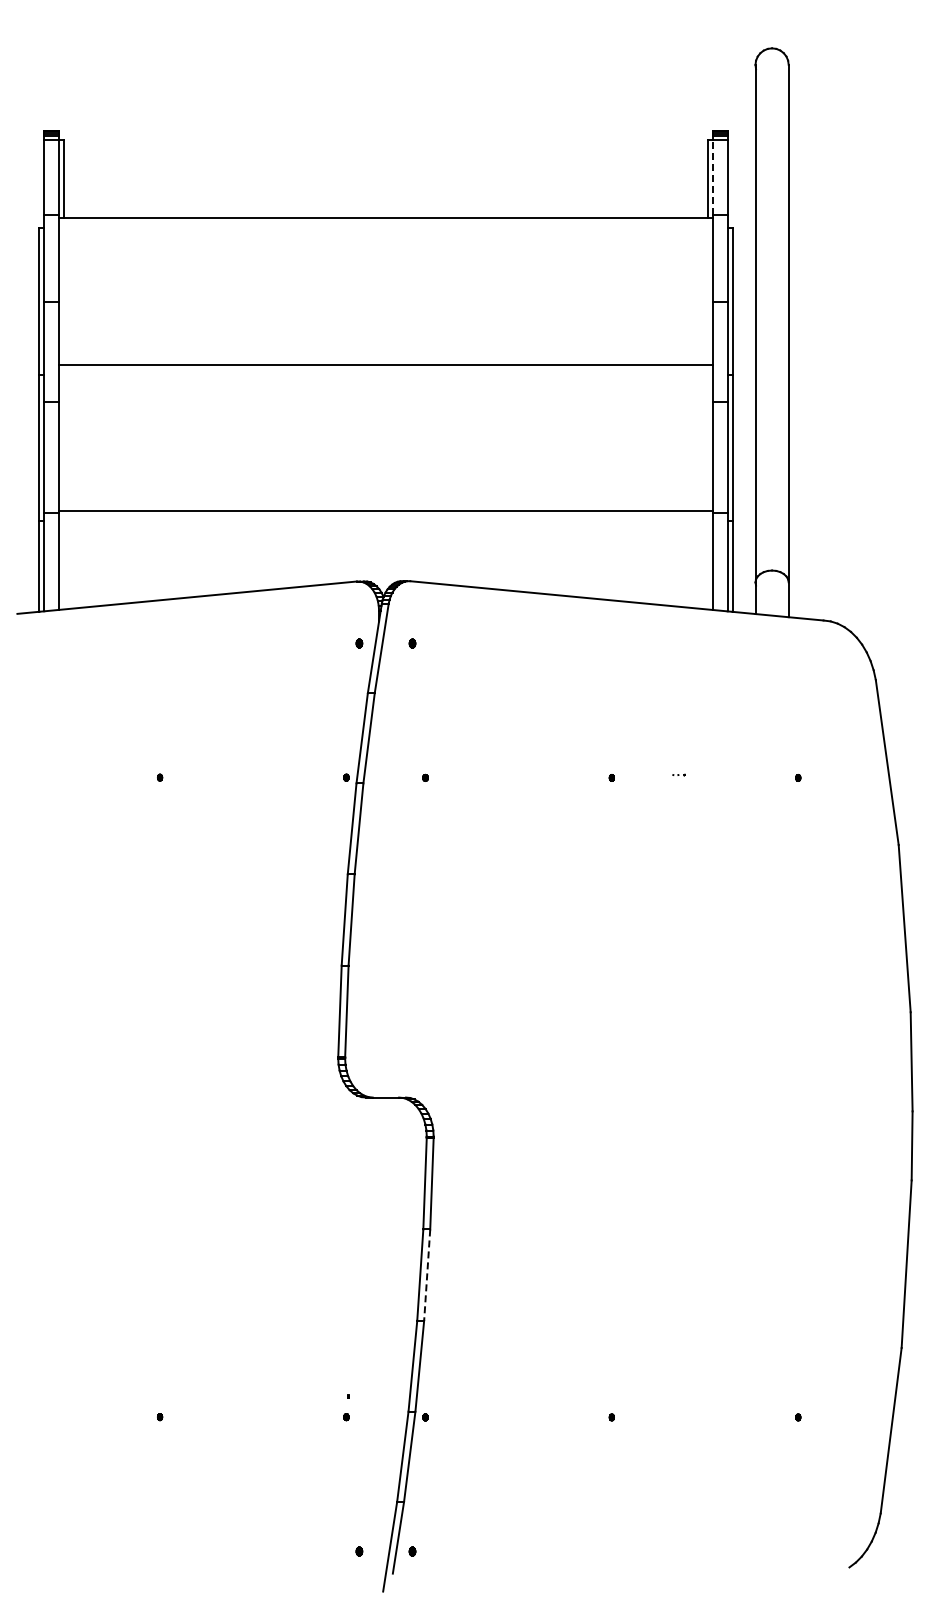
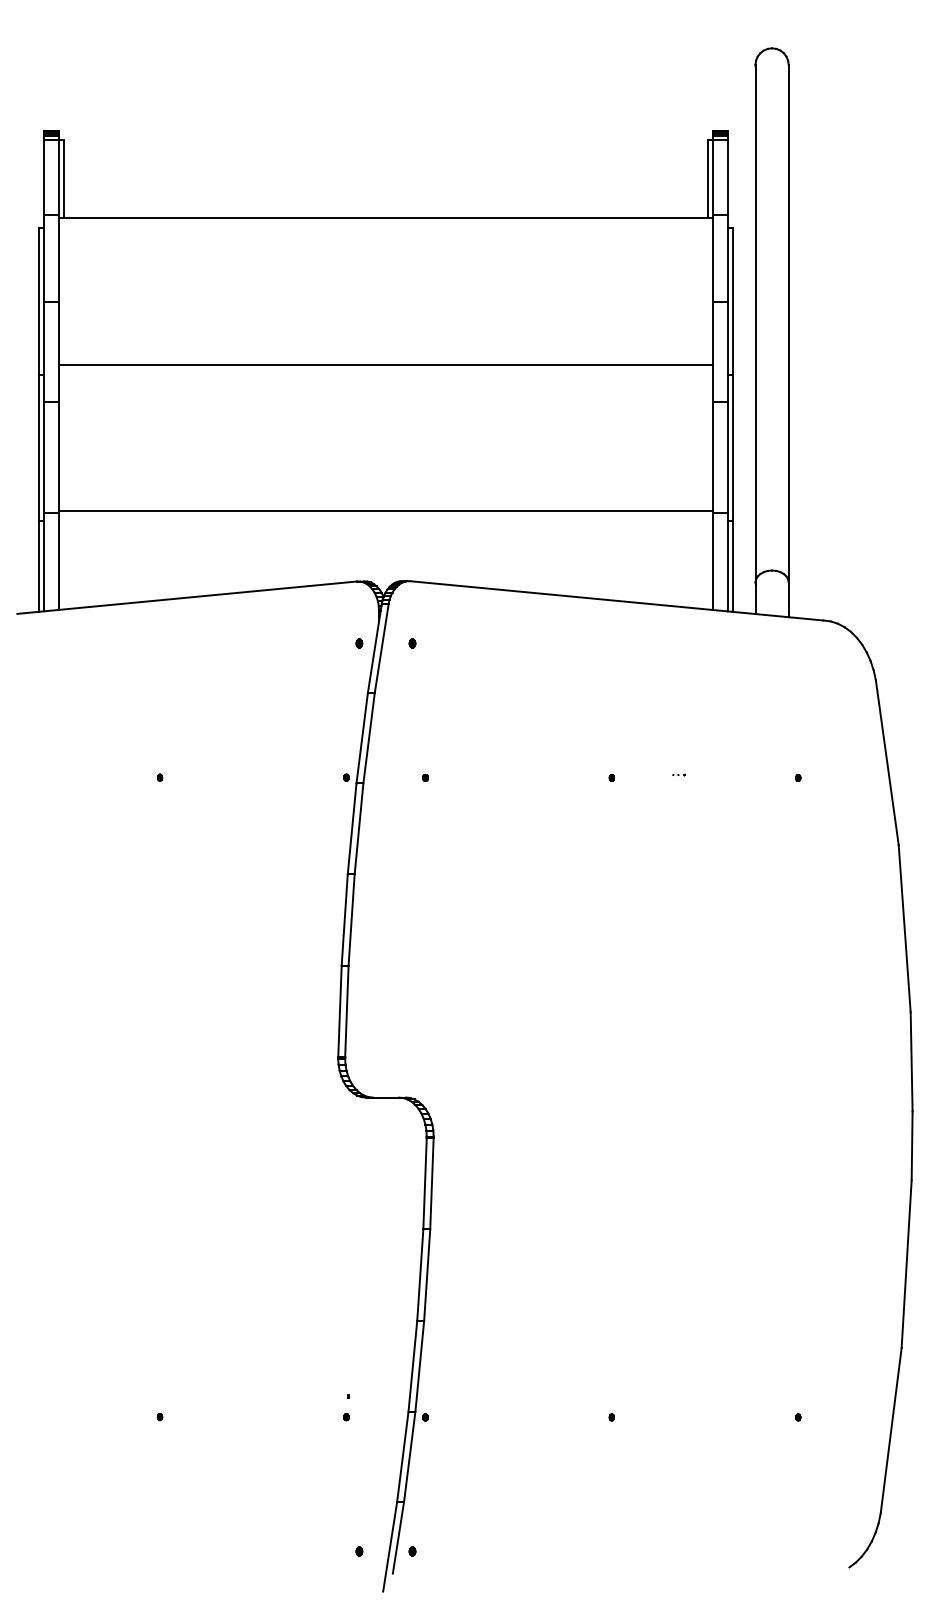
line at (713, 176): dashed -> solid
line at (427, 1275): dashed -> solid
